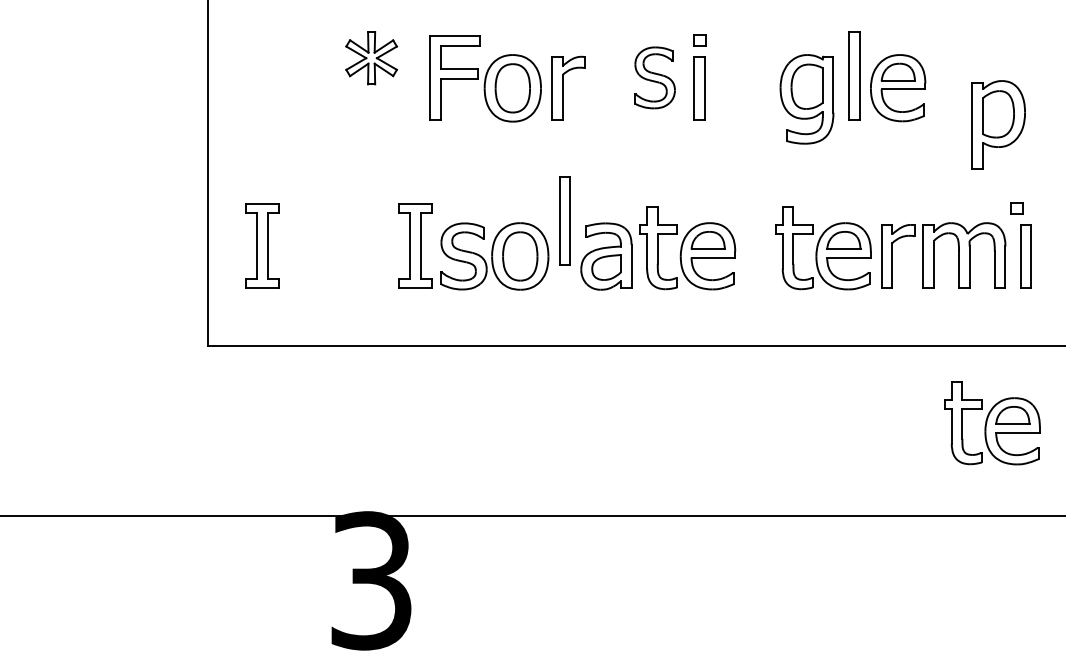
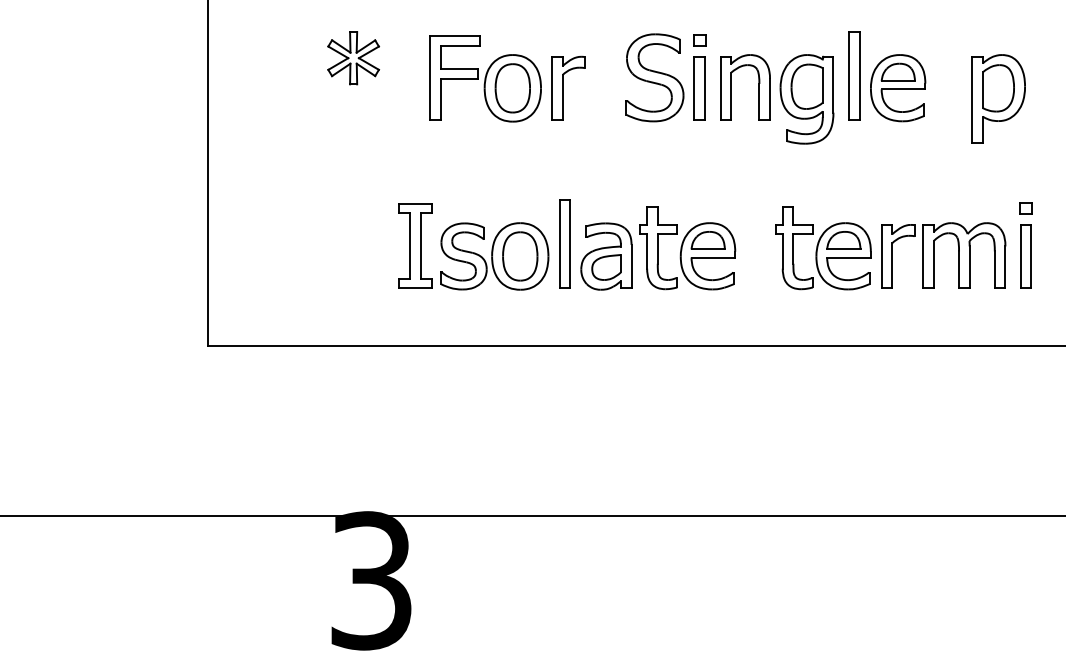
part at (371, 58) position: (371, 58) -> (353, 58)
part at (654, 77) size: 42x64 px -> 60x90 px
part at (758, 87): none -> present
part at (998, 124) position: (998, 124) -> (998, 98)
part at (1016, 208) position: (1016, 208) -> (1025, 208)
part at (564, 220) position: (564, 220) -> (564, 243)
part at (262, 245): present -> none
part at (992, 423): present -> none
